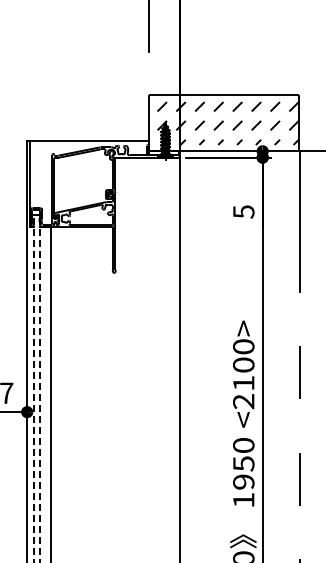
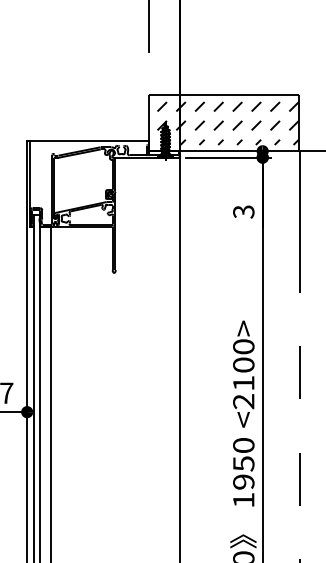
text at (243, 211): 5 -> 3
line at (33, 388): dashed -> solid
line at (40, 388): dashed -> solid
